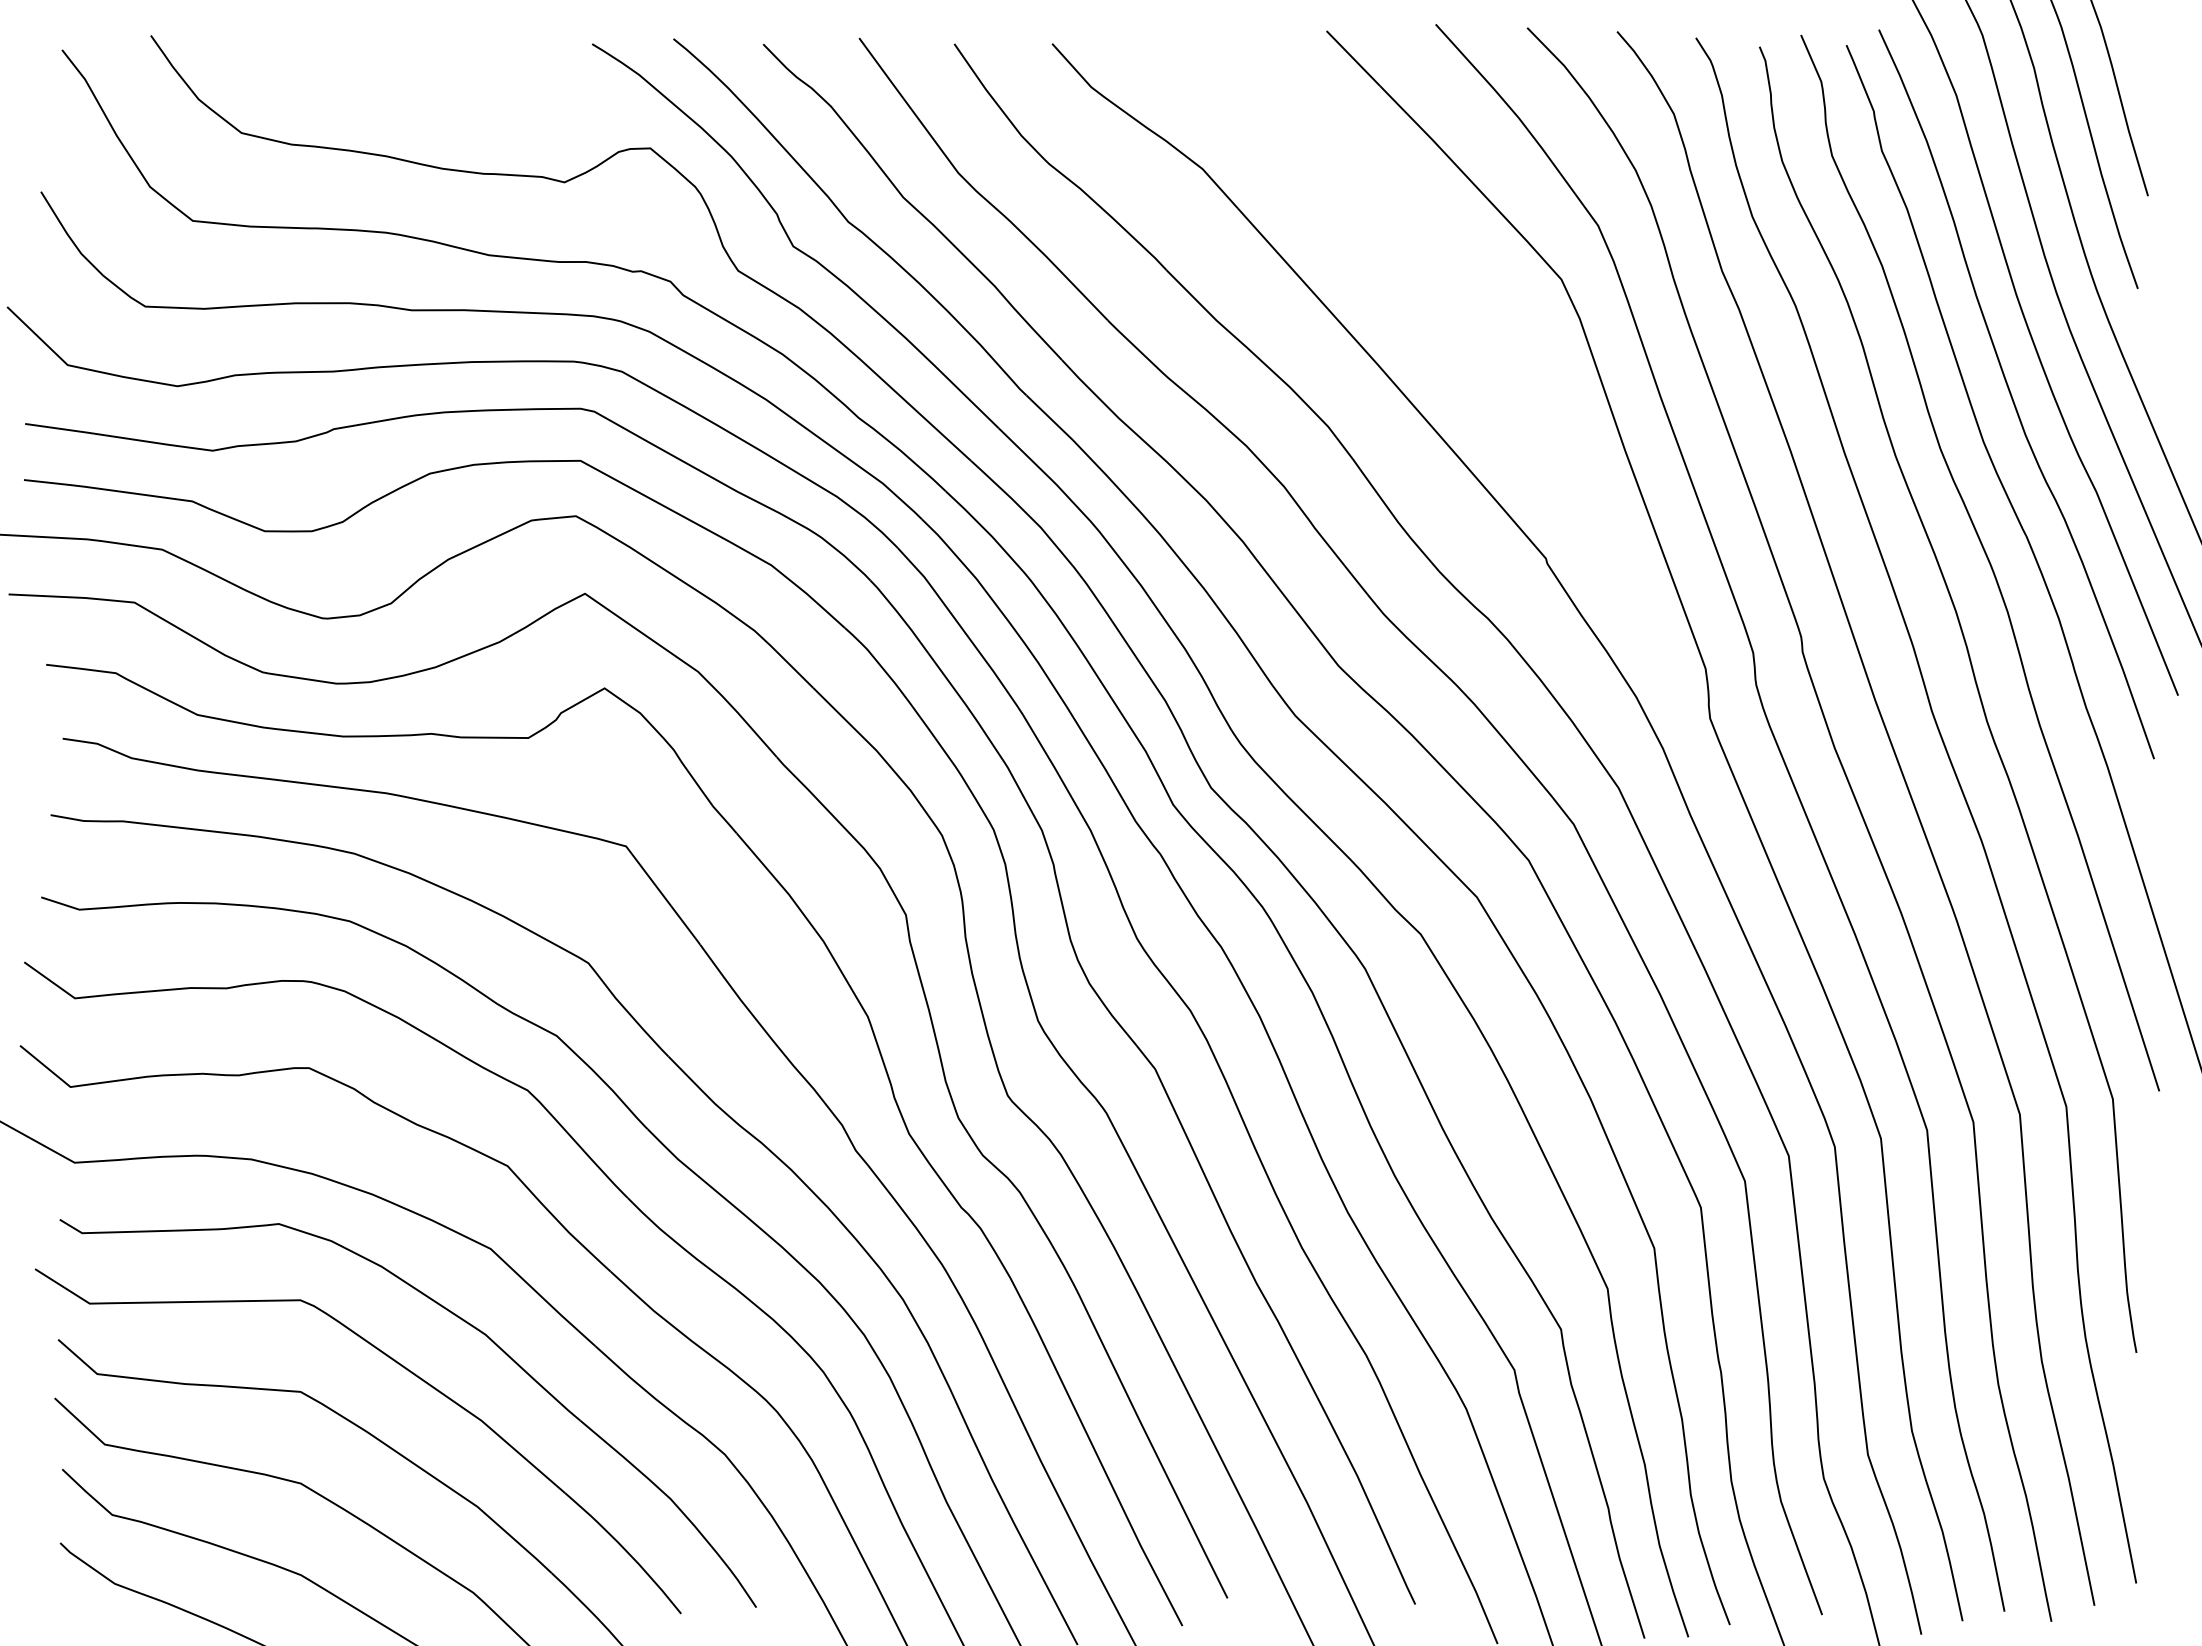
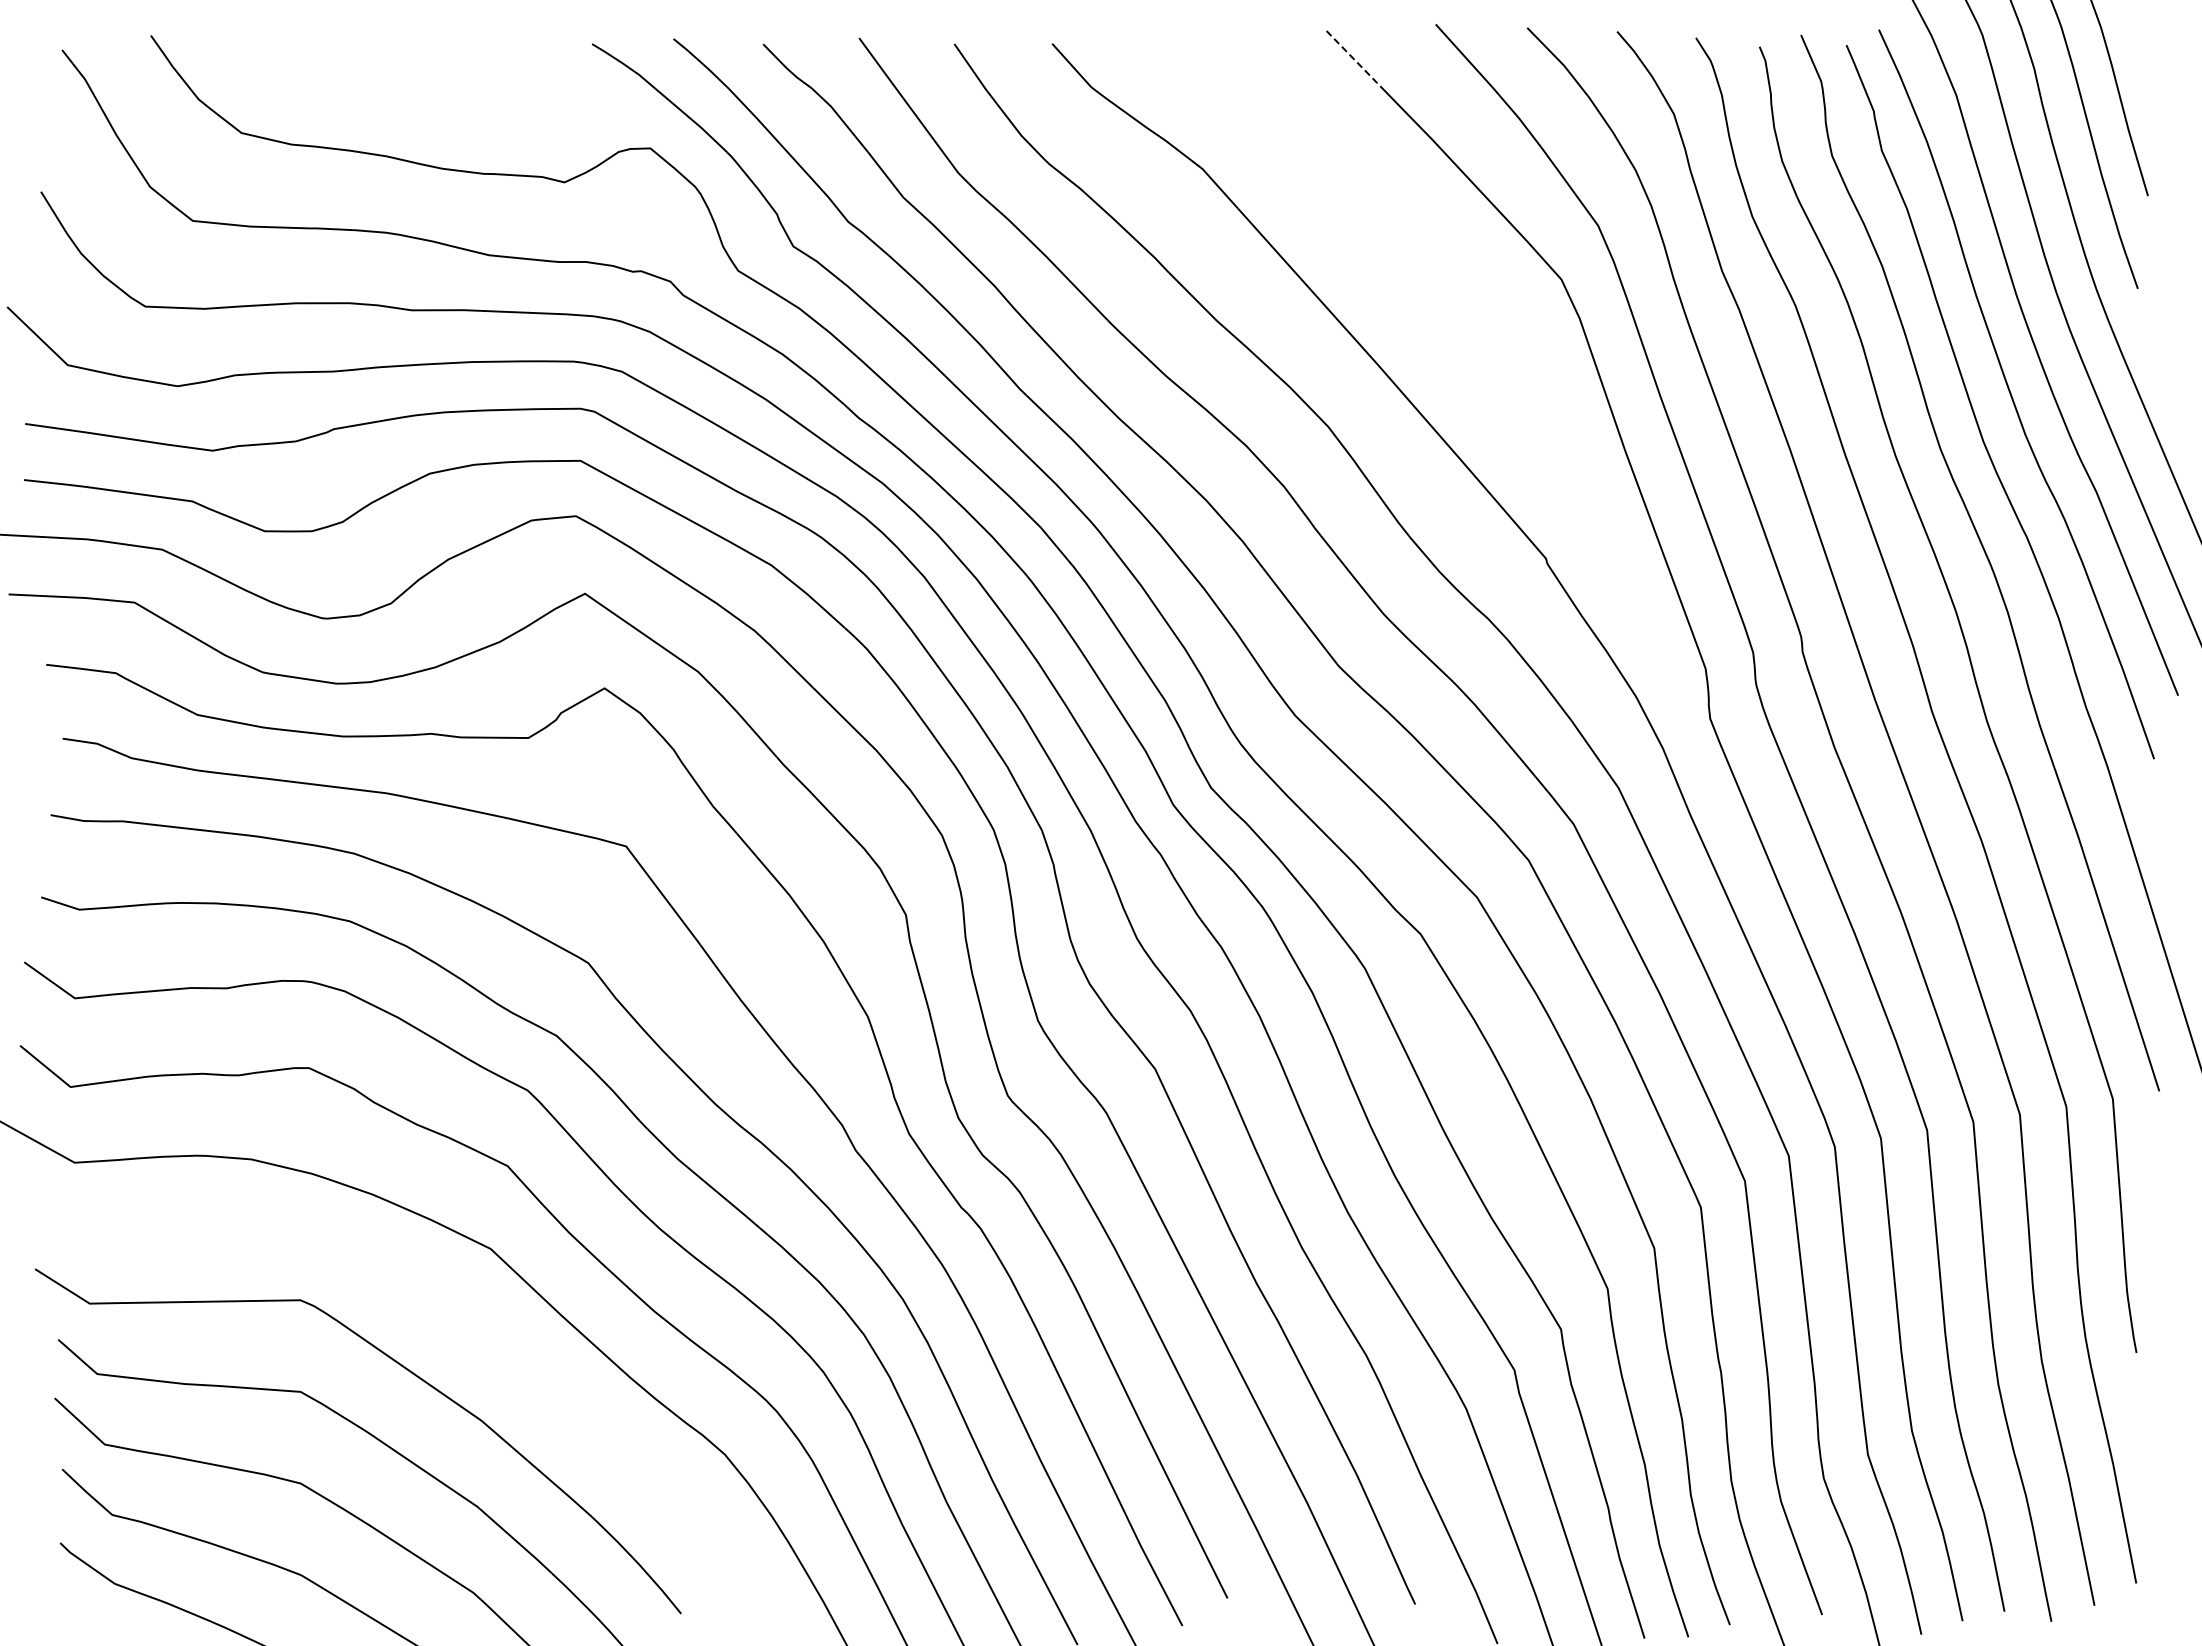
line at (1353, 58): solid -> dashed
part at (466, 1323): present -> none
